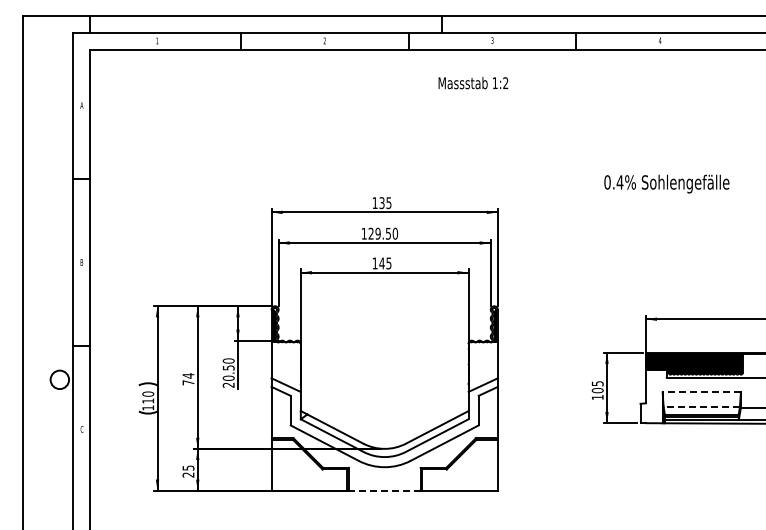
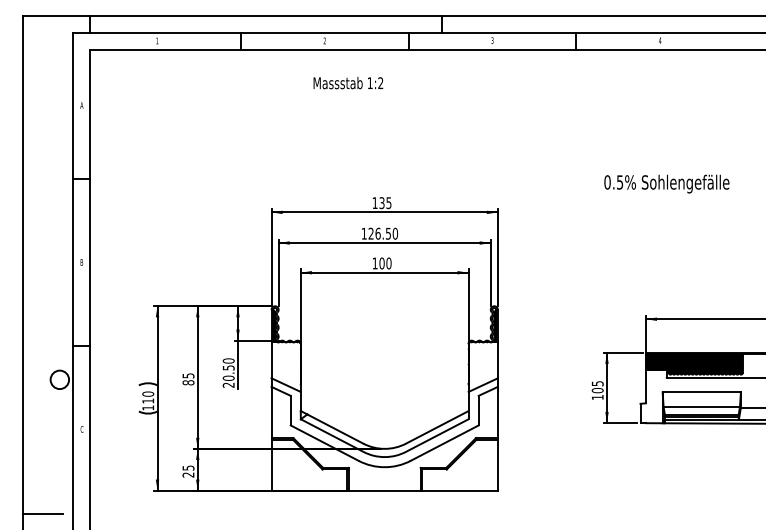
text at (473, 83) position: (473, 83) -> (348, 83)
text at (619, 182): 0.4% -> 0.5%
text at (377, 233): 129.50 -> 126.50
text at (385, 263): 145 -> 100
text at (188, 379): 74 -> 85
line at (701, 392): dashed -> solid
line at (701, 407): dashed -> solid
line at (384, 490): dashed -> solid
line at (42, 513): none -> present
